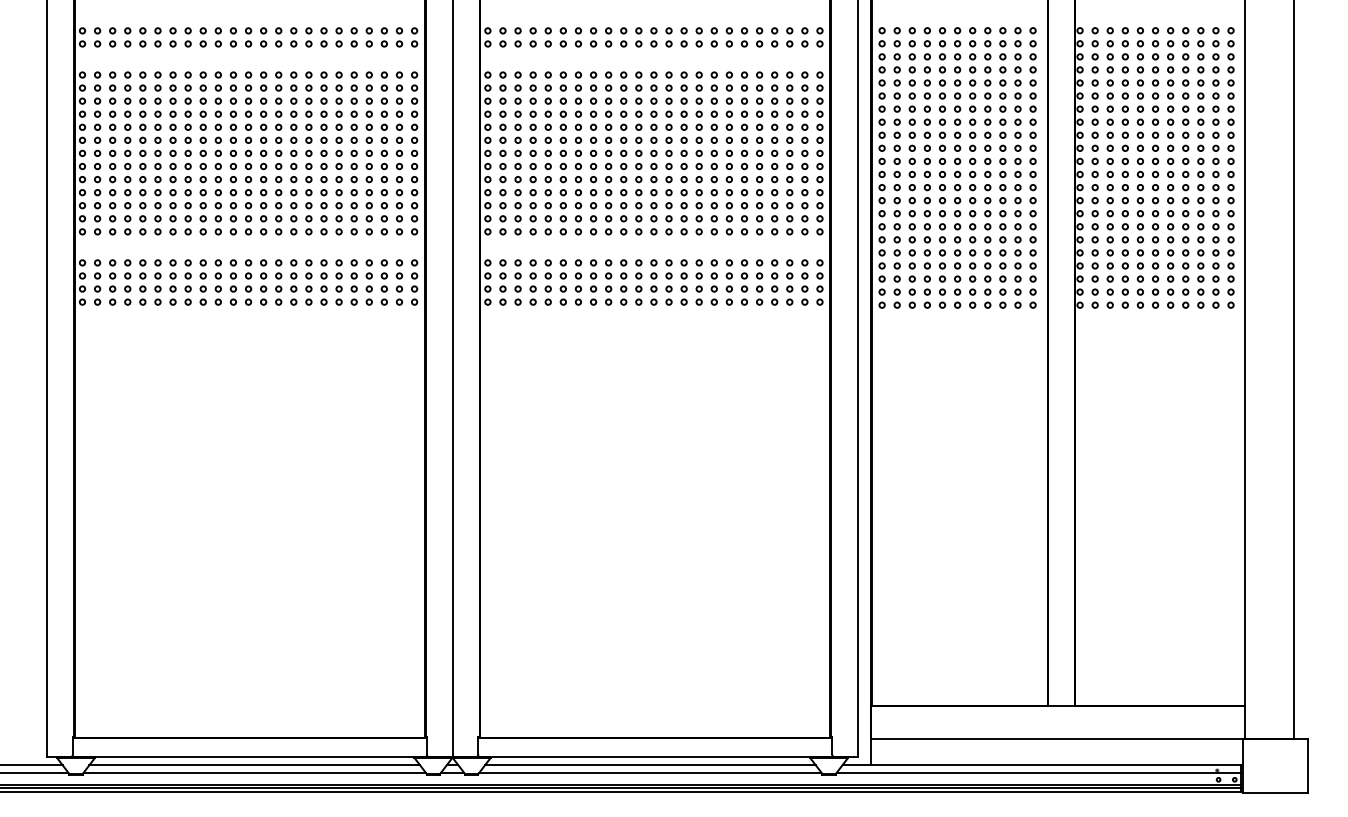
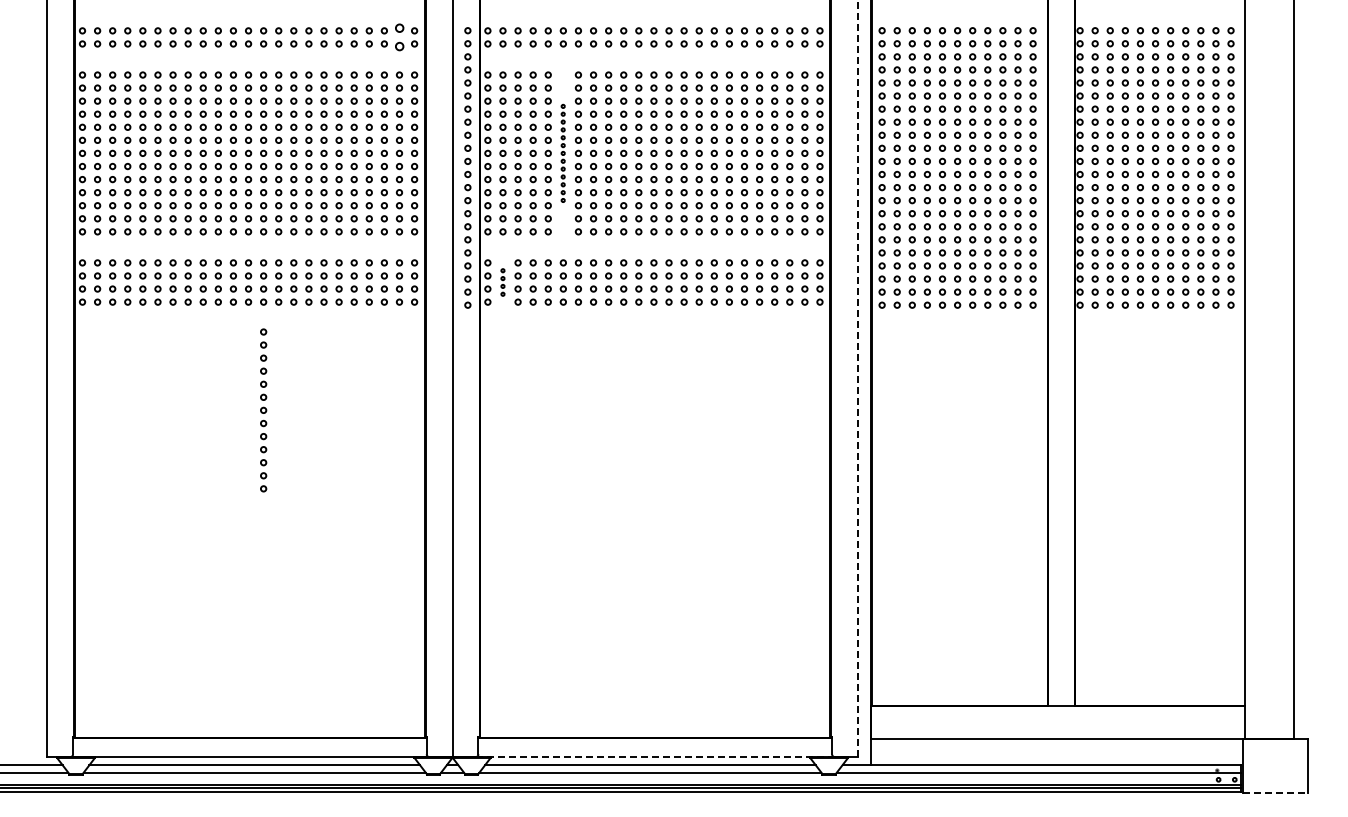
part at (398, 37) size: 8x21 px -> 10x29 px
part at (562, 153) size: 8x165 px -> 6x100 px
part at (467, 167): none -> present
part at (502, 282) size: 8x47 px -> 6x29 px
line at (857, 378): solid -> dashed
part at (263, 410): none -> present
line at (656, 757): solid -> dashed
line at (1275, 792): solid -> dashed
